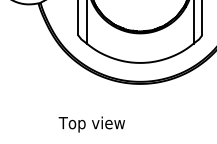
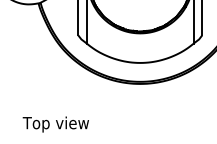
text at (91, 124) position: (91, 124) -> (55, 124)
